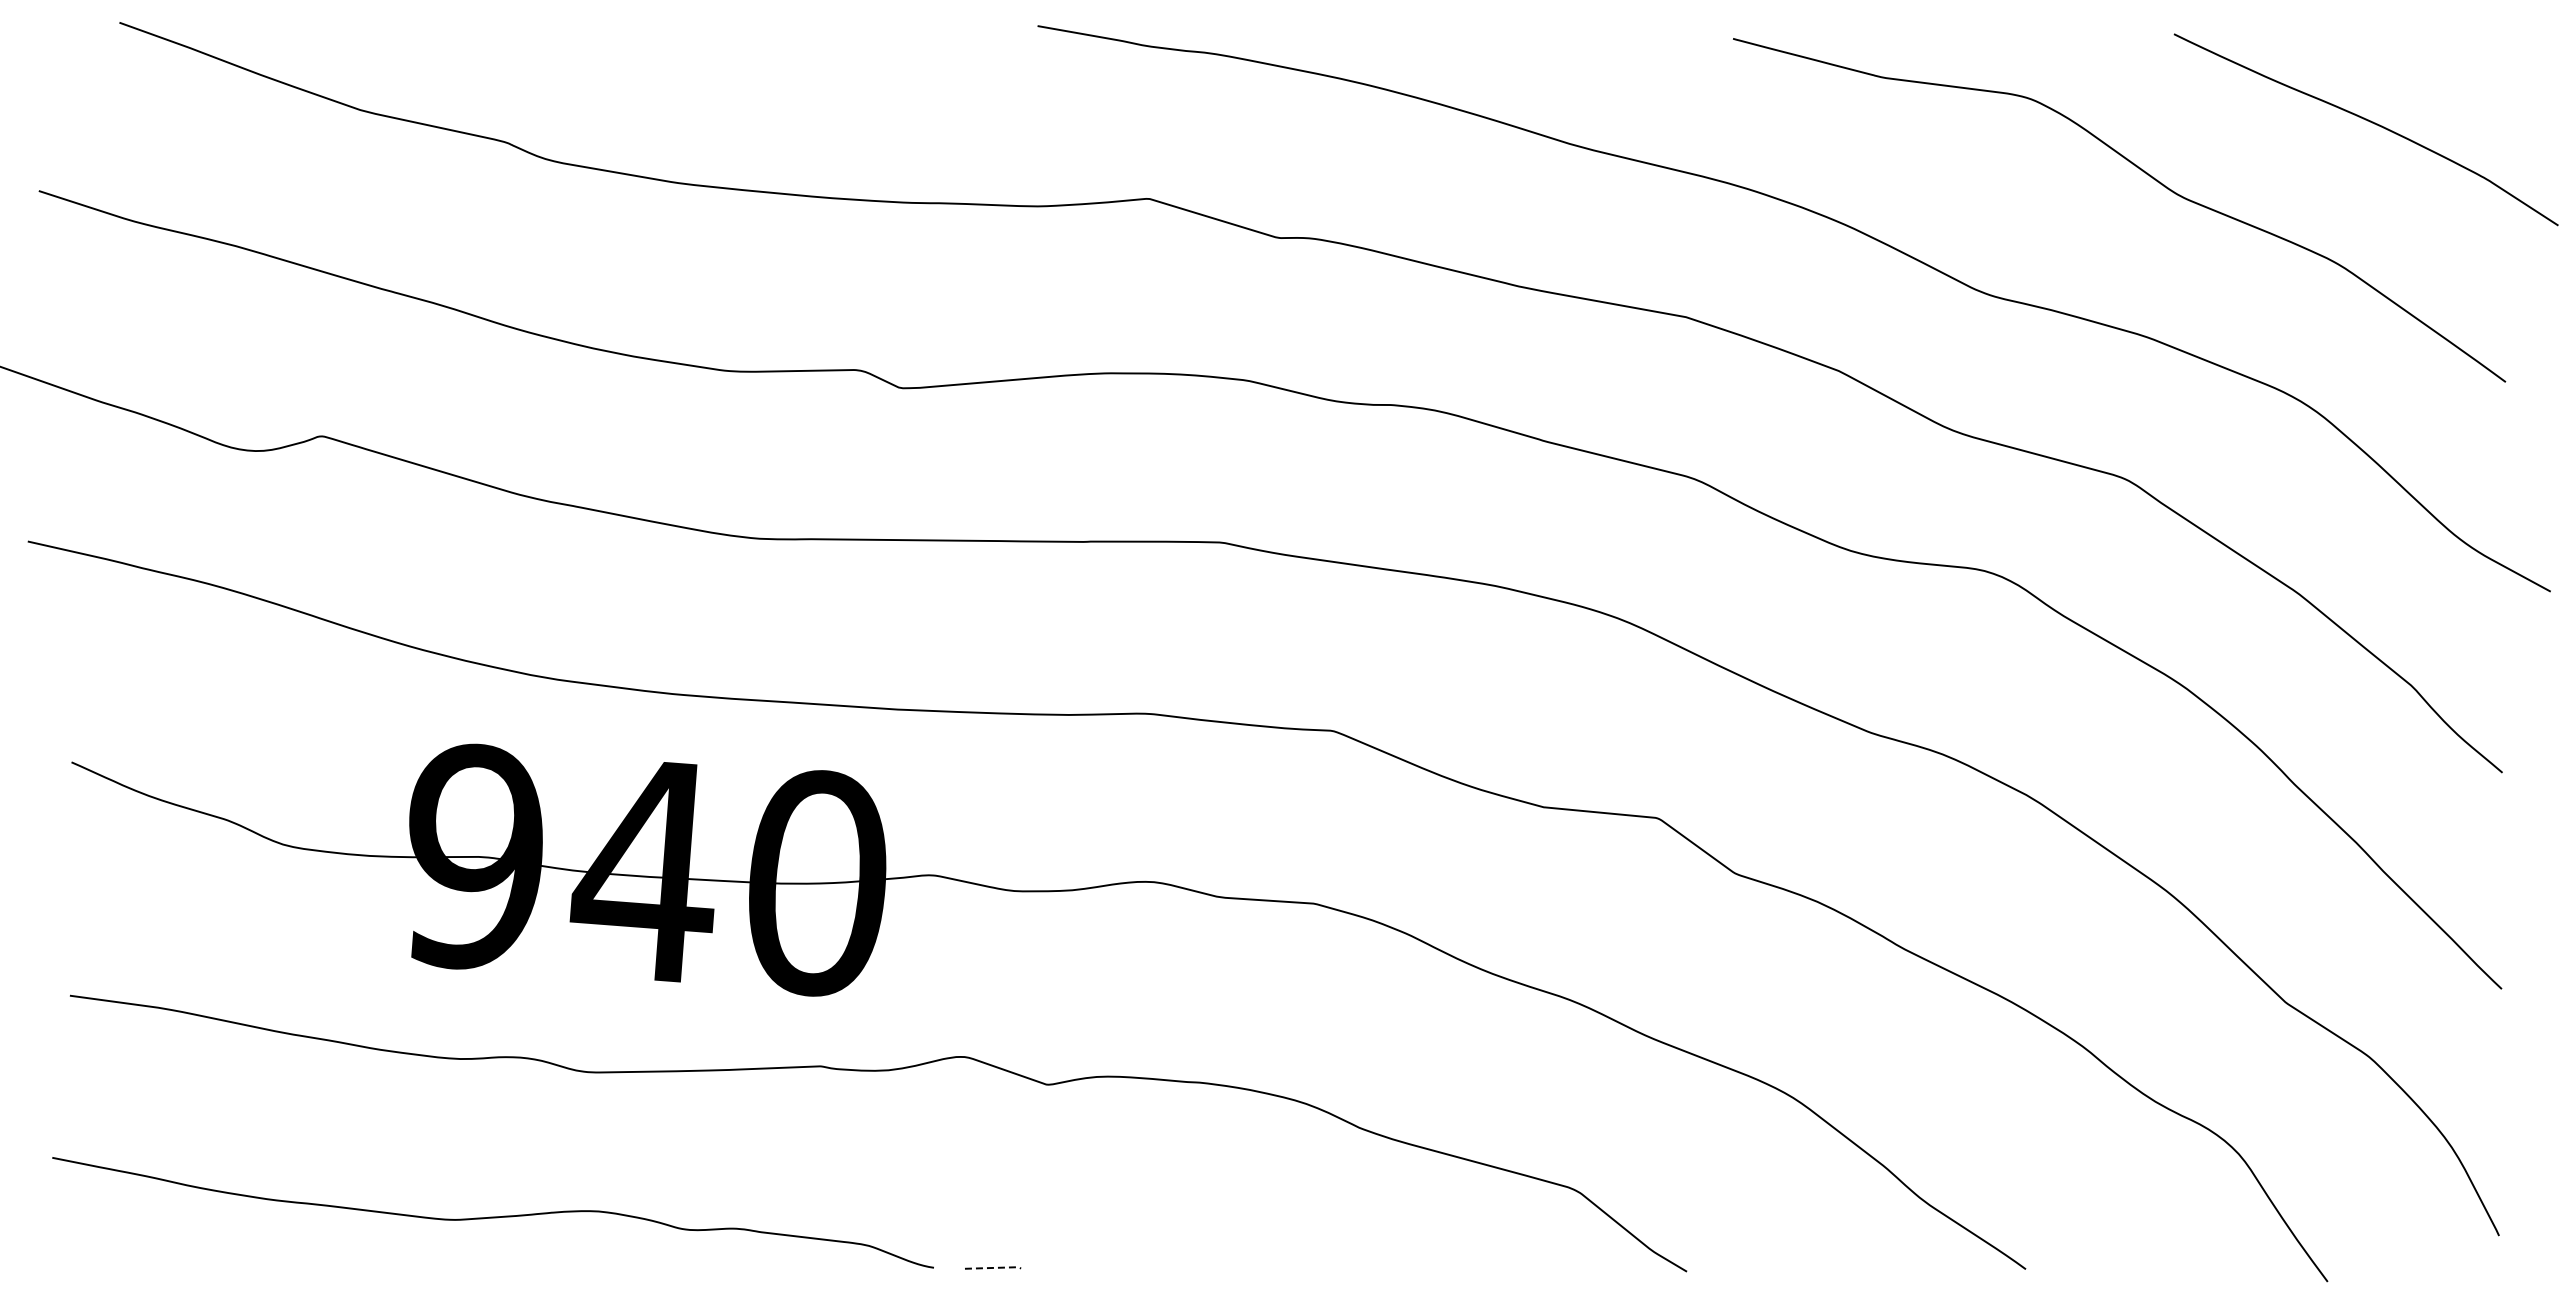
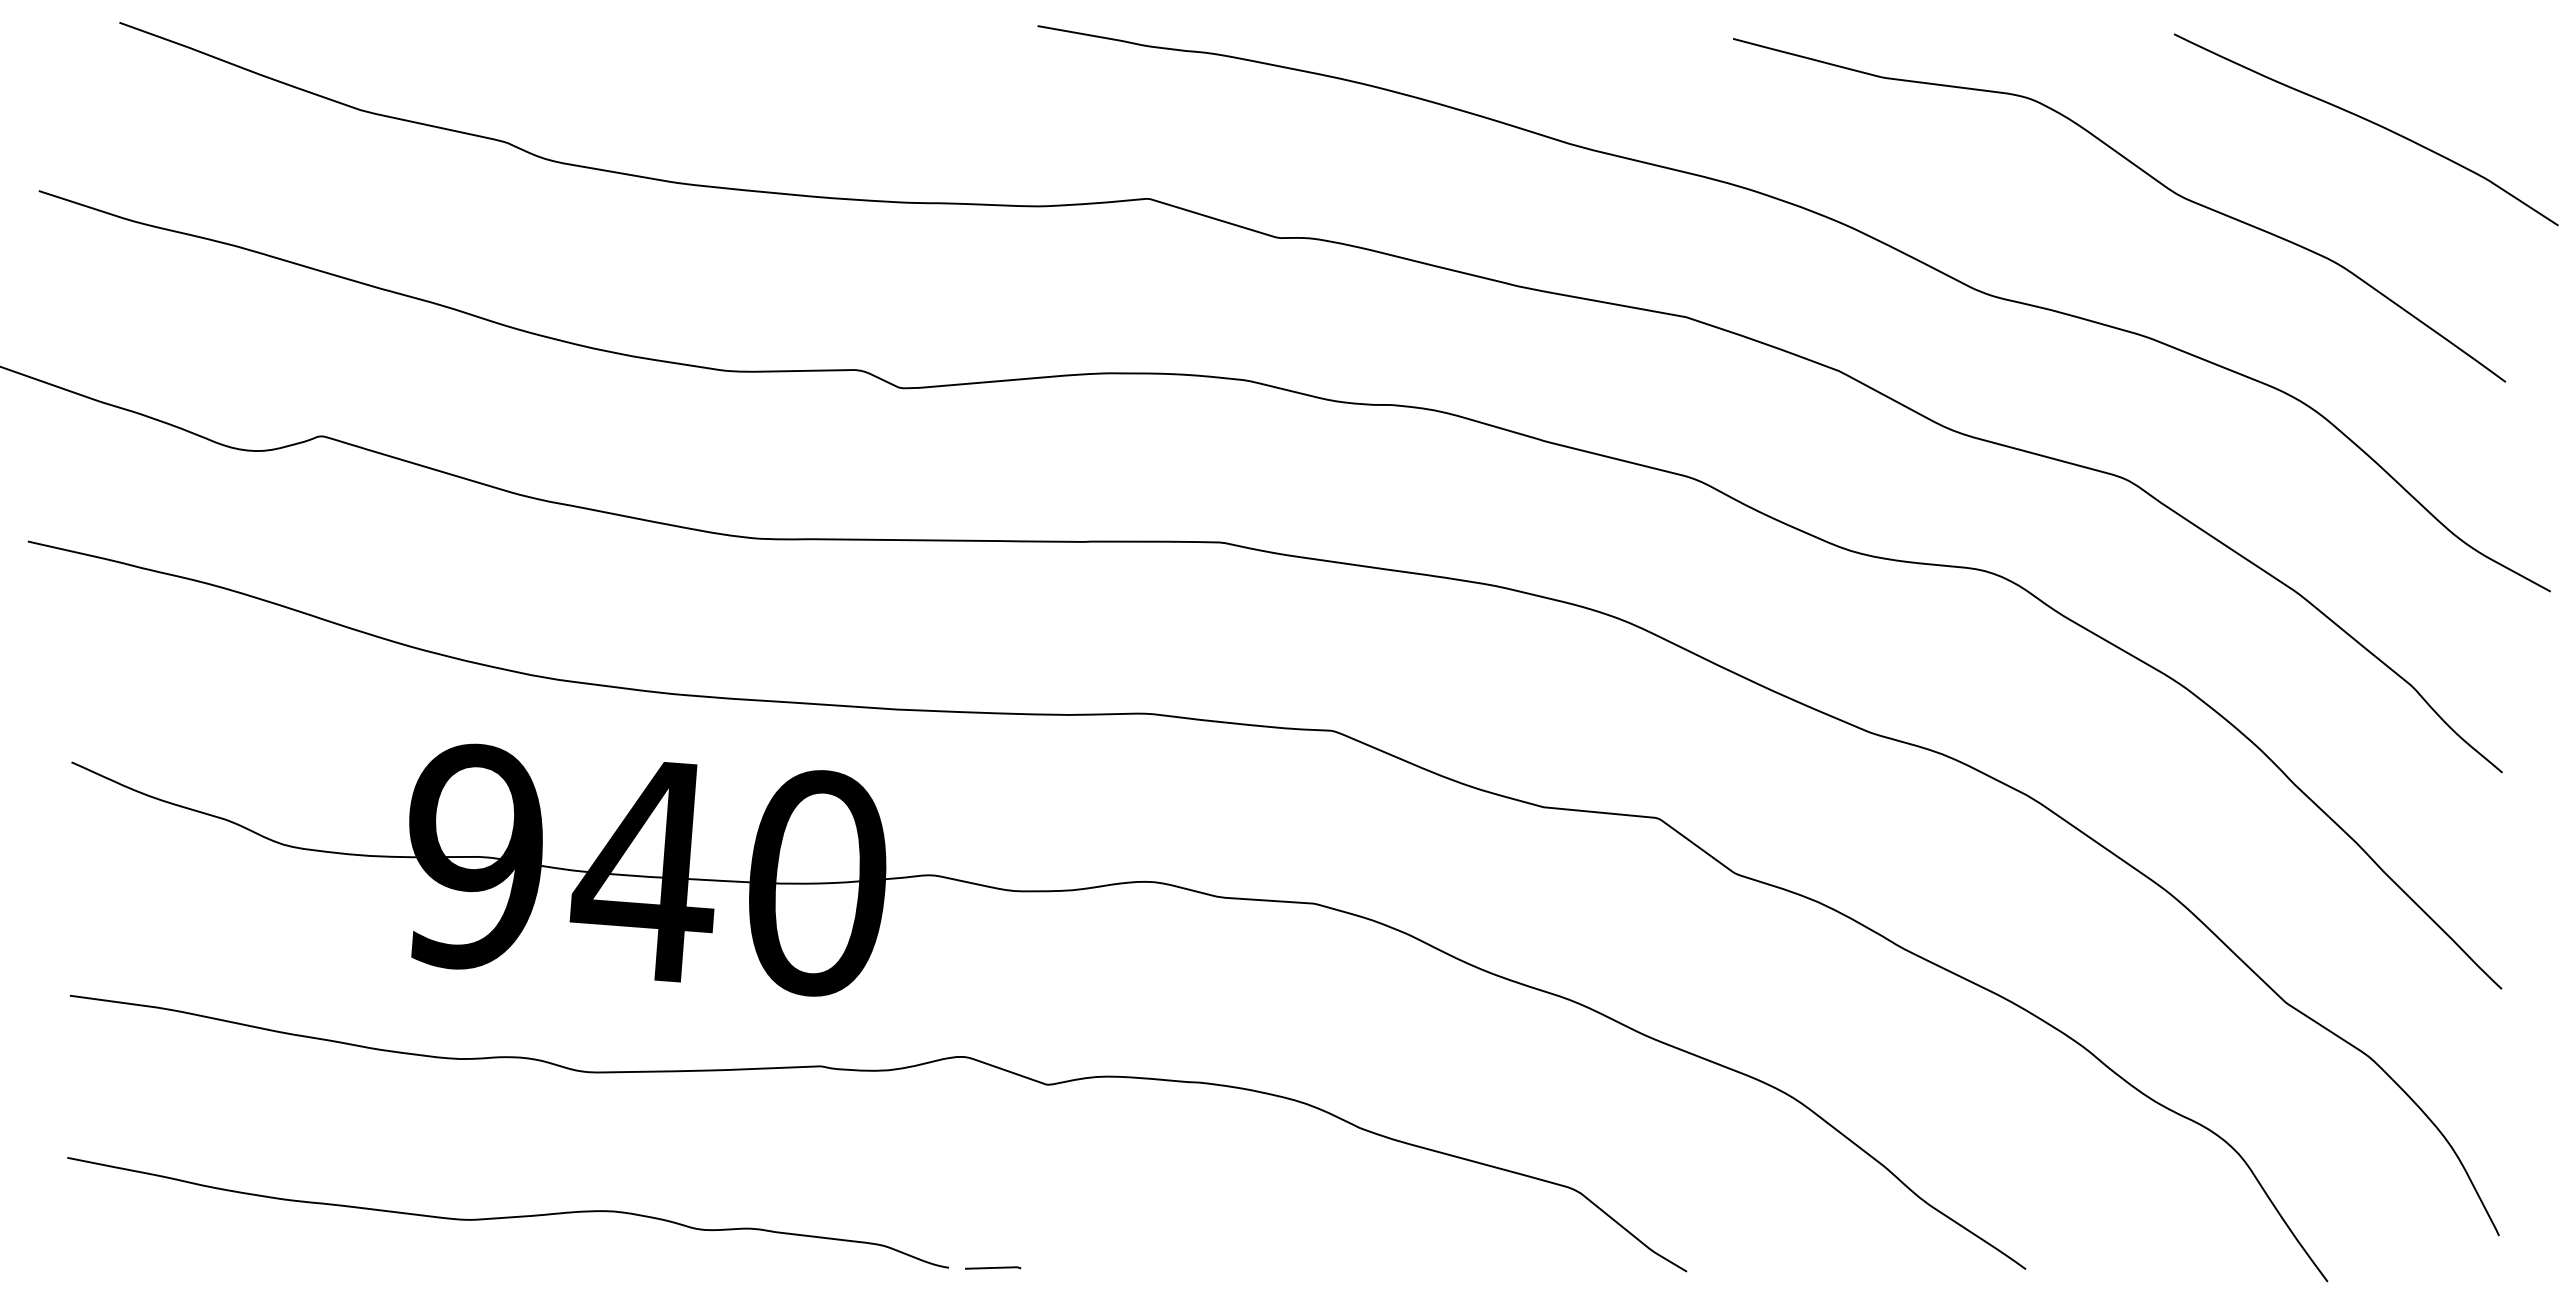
curve at (492, 1216) position: (492, 1216) -> (507, 1216)
line at (994, 1267): dashed -> solid
